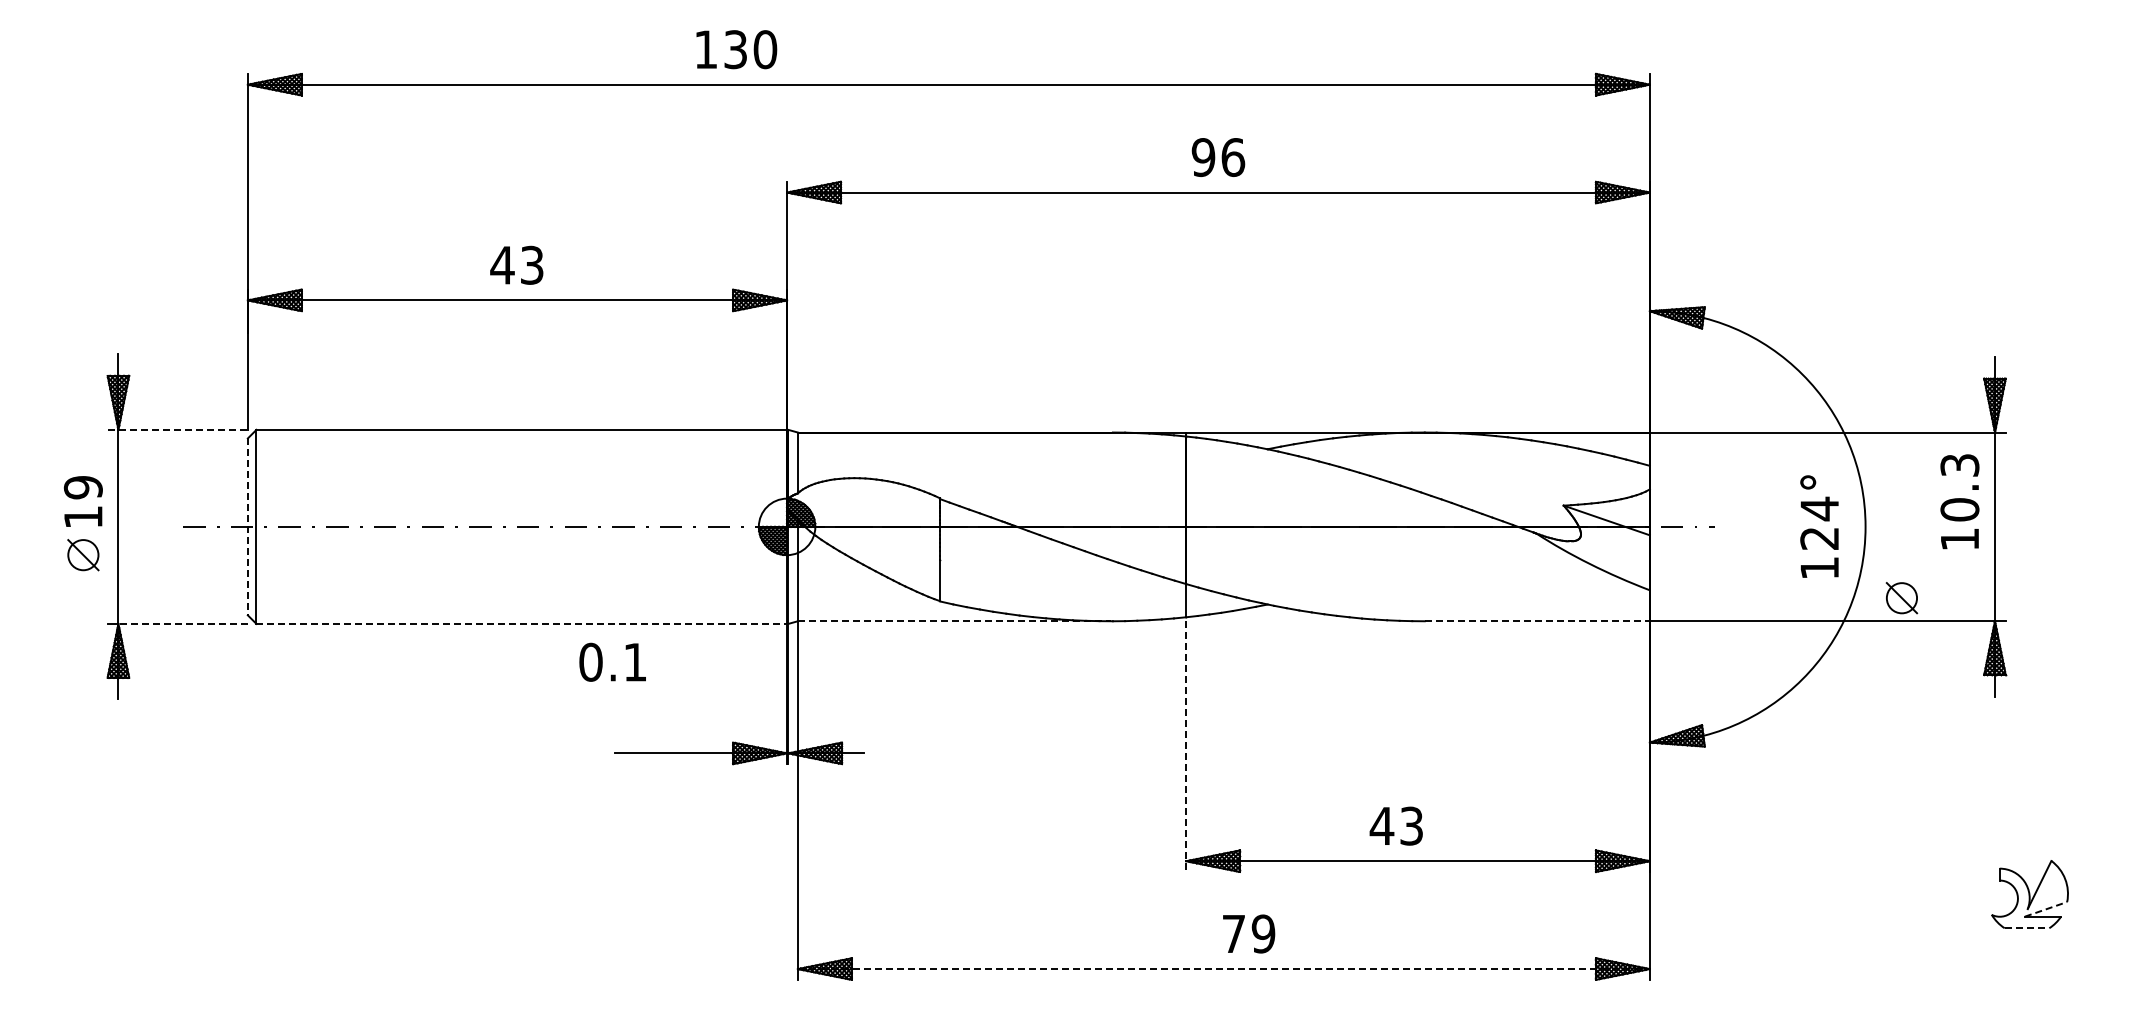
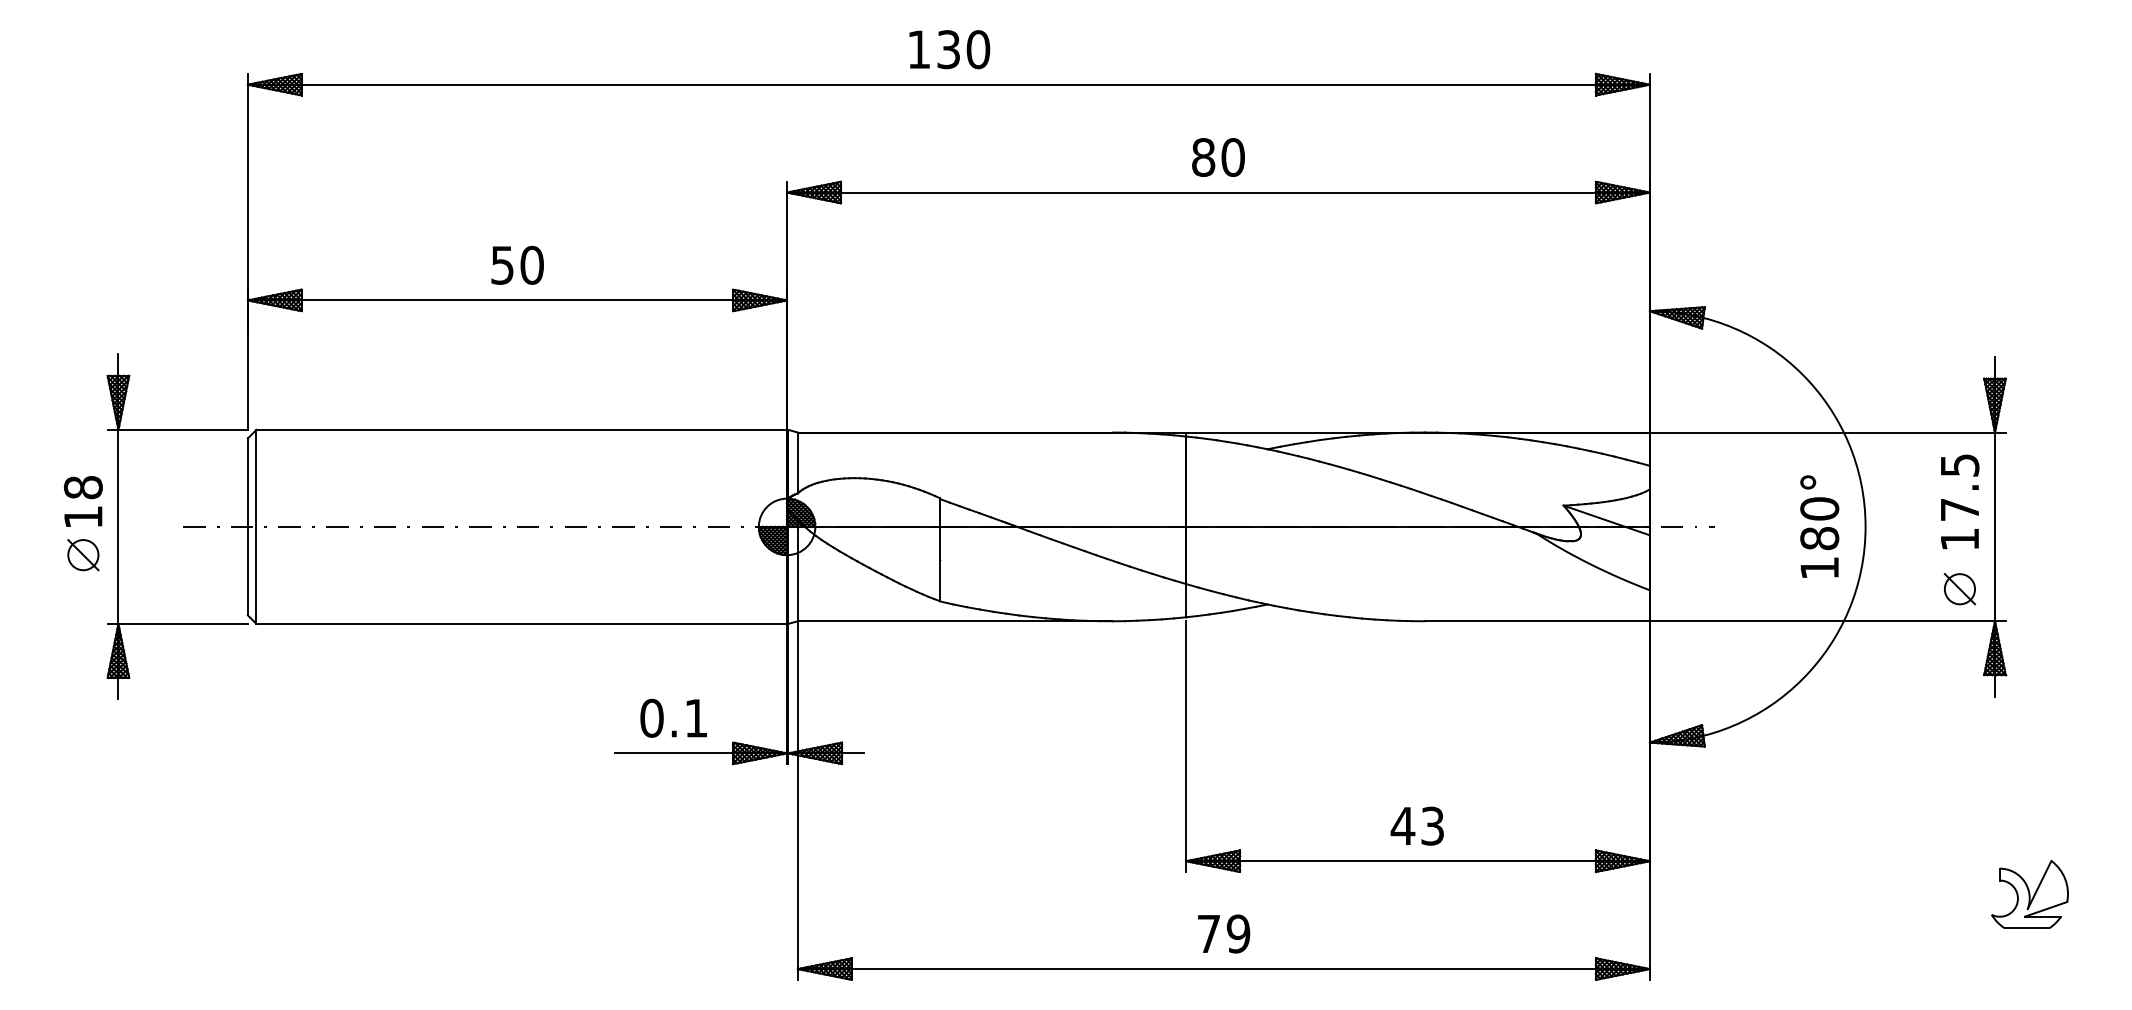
text at (736, 49) position: (736, 49) -> (949, 49)
text at (1218, 157): 96 -> 80
text at (516, 264): 43 -> 50
line at (178, 429): dashed -> solid
text at (83, 487): 19 -> 18
text at (1959, 487): 10.3 -> 17.5
text at (1819, 523): 124° -> 180°
line at (247, 527): dashed -> solid
part at (1901, 598) position: (1901, 598) -> (1959, 589)
line at (954, 621): dashed -> solid
line at (1537, 621): dashed -> solid
line at (183, 623): dashed -> solid
line at (522, 623): dashed -> solid
text at (612, 661) position: (612, 661) -> (673, 717)
line at (1186, 747): dashed -> solid
text at (1395, 825) position: (1395, 825) -> (1416, 825)
line at (2046, 909): dashed -> solid
line at (2027, 928): dashed -> solid
text at (1249, 933) position: (1249, 933) -> (1224, 933)
line at (1223, 969): dashed -> solid
